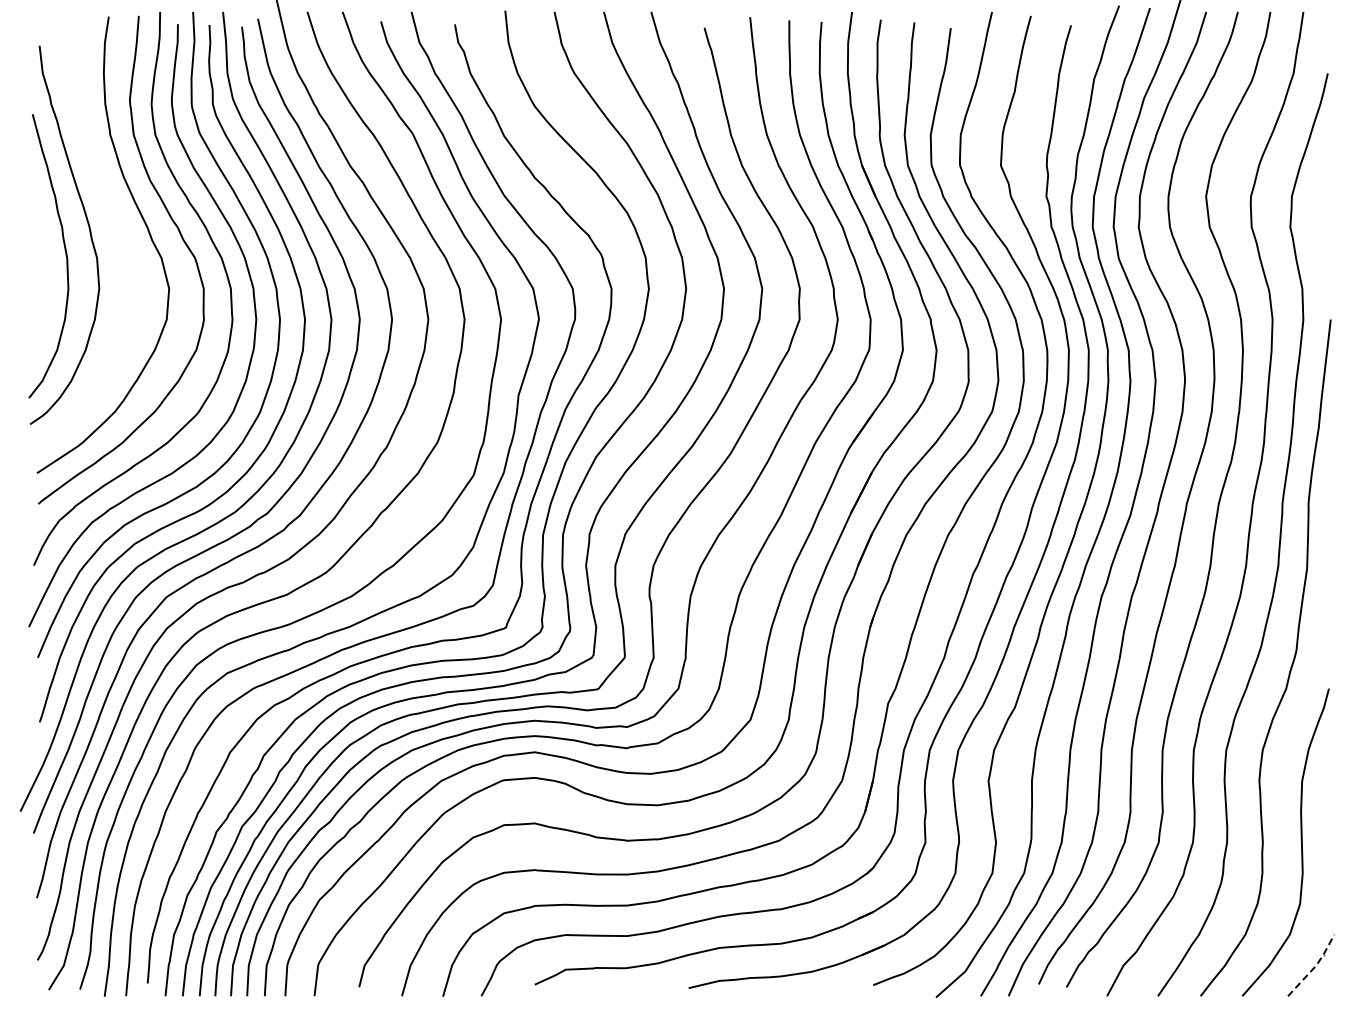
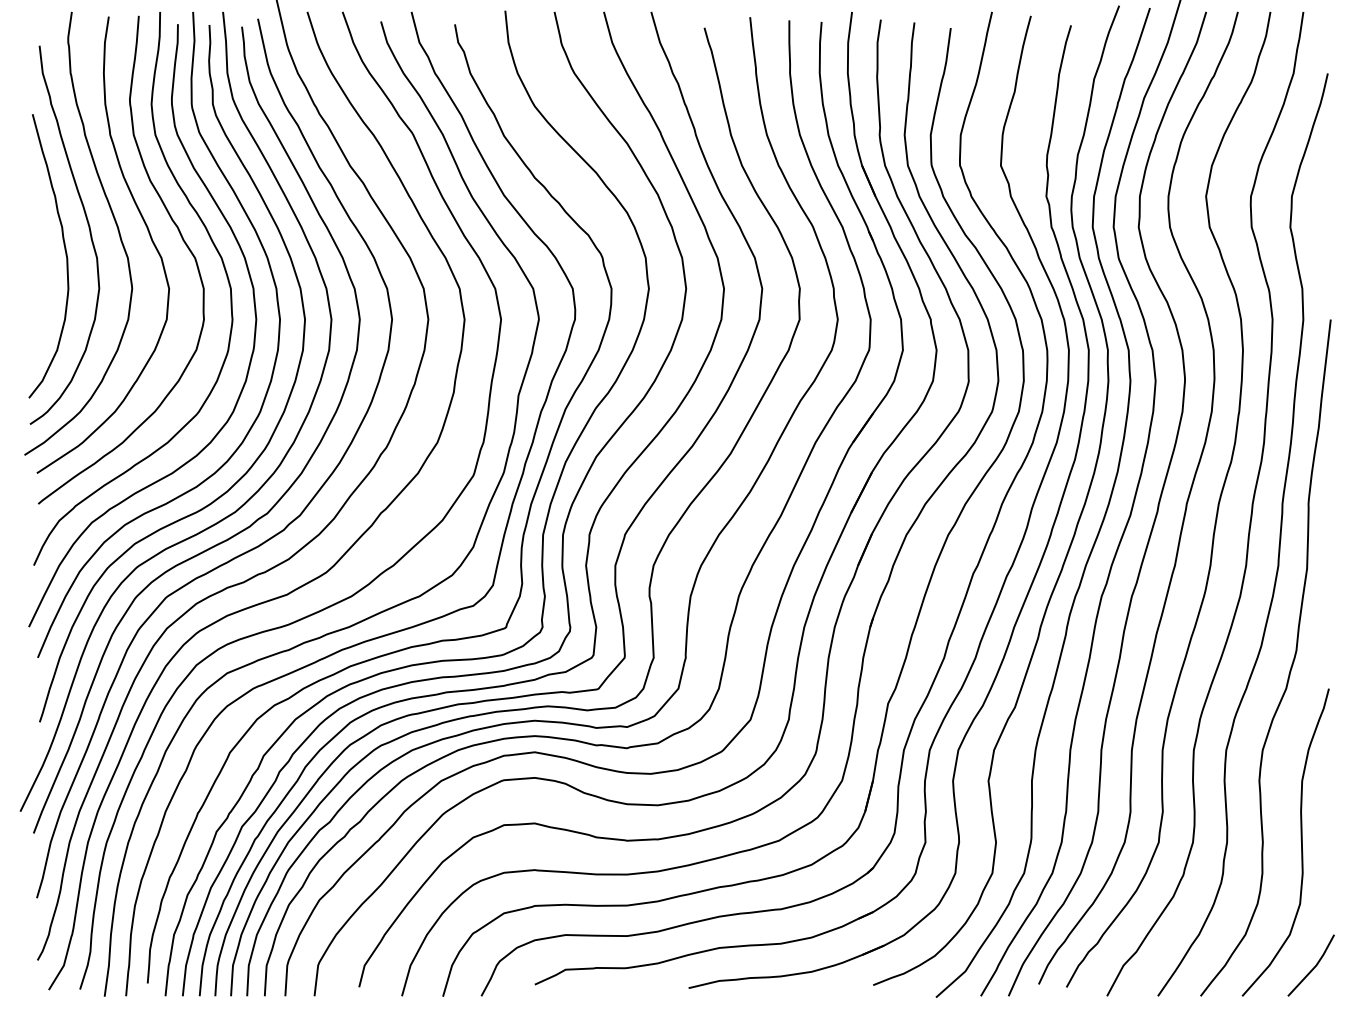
curve at (114, 221): none -> present
line at (1315, 966): dashed -> solid
